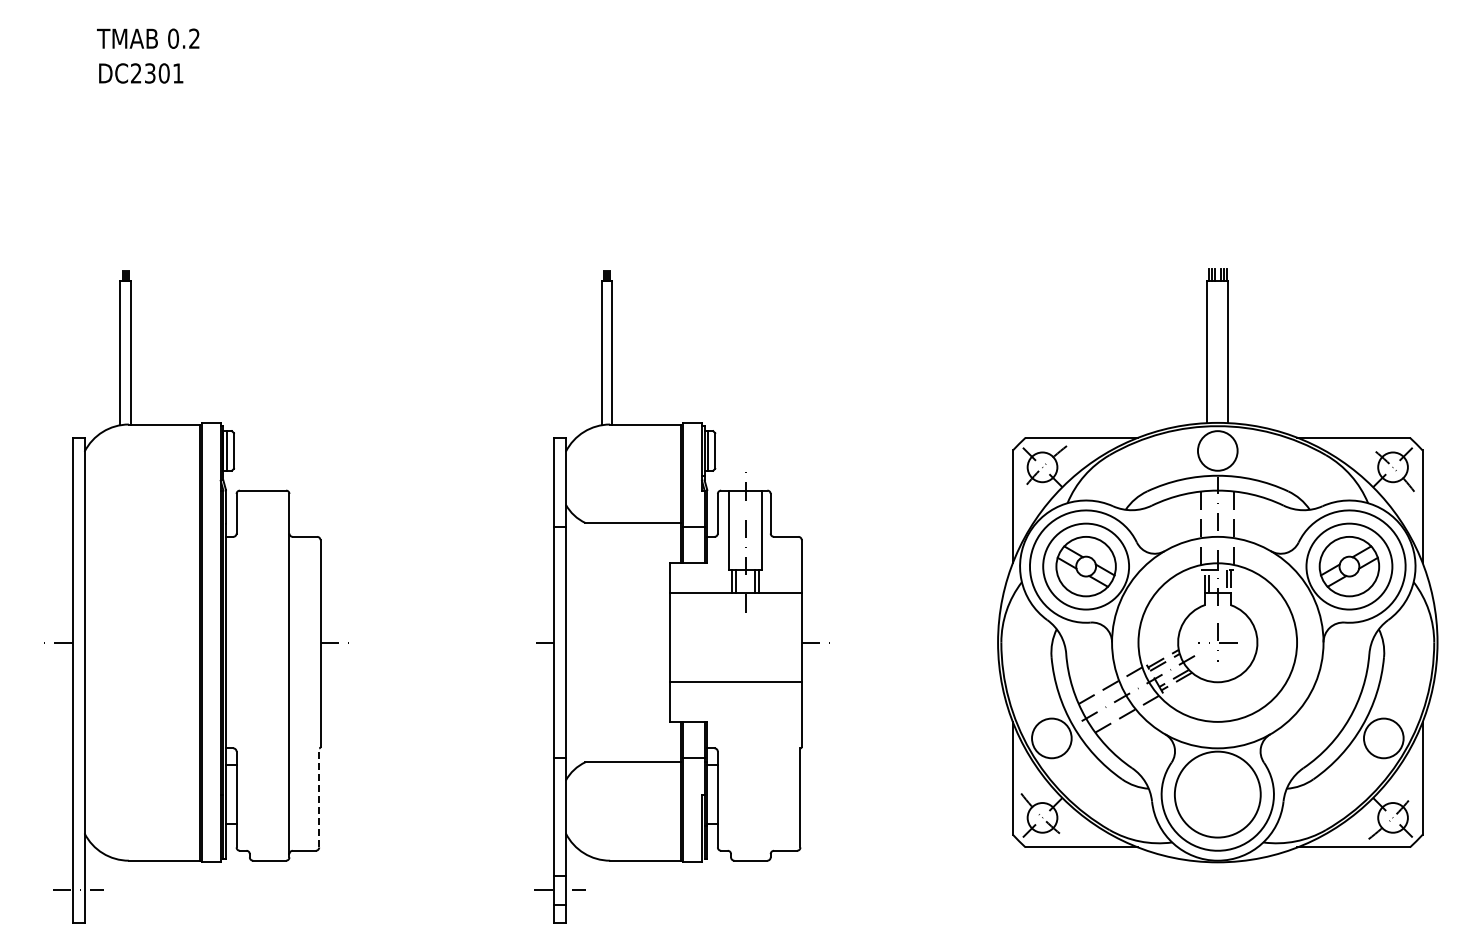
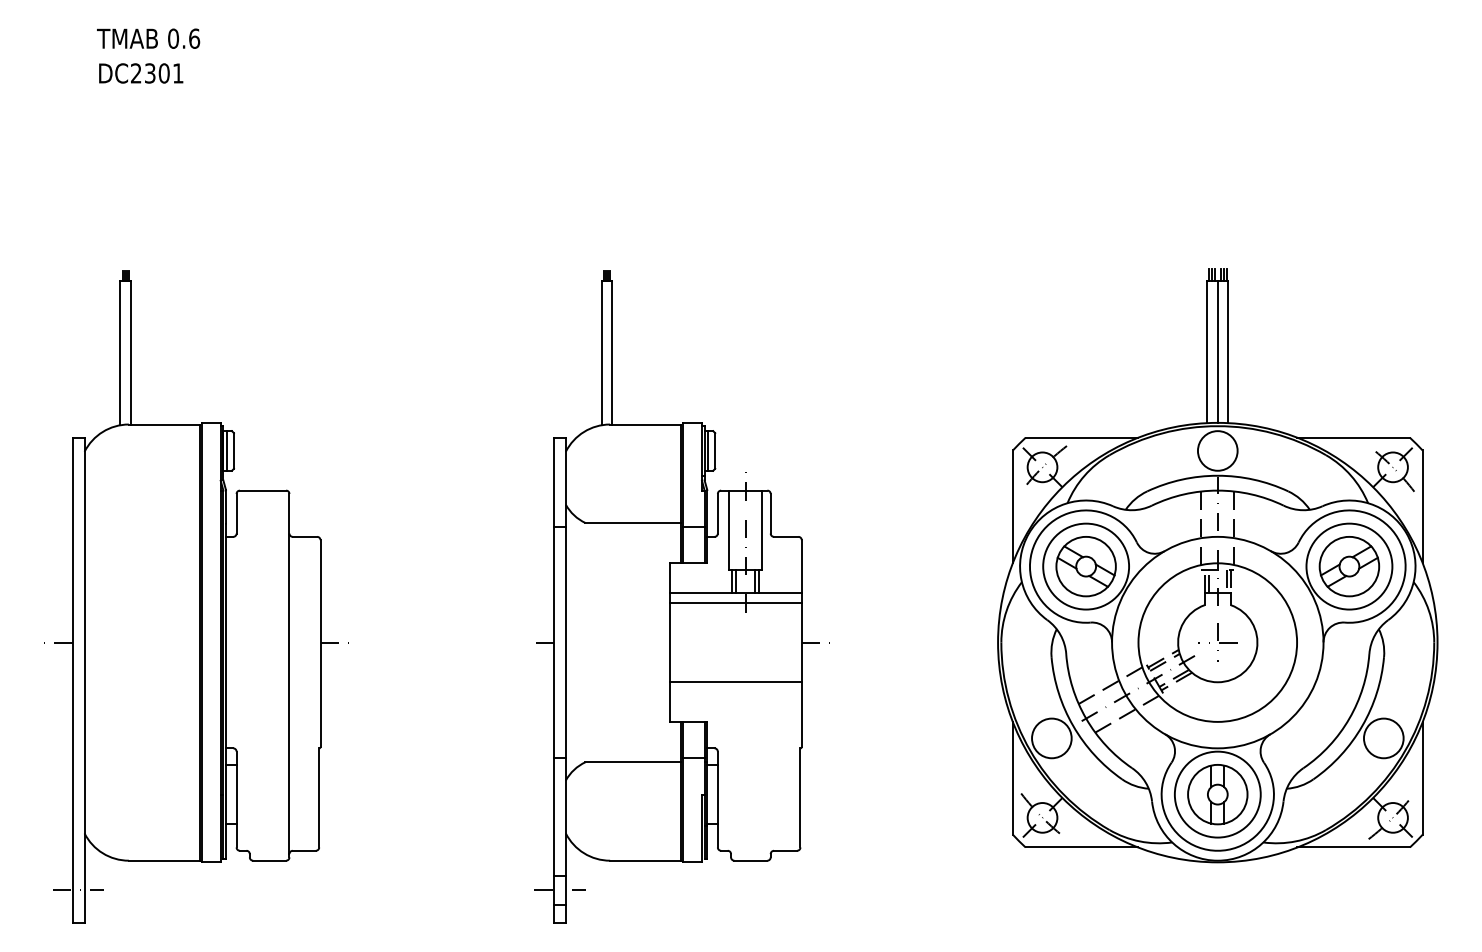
text at (194, 38): 0.2 -> 0.6
line at (1217, 351): none -> present
line at (735, 602): none -> present
part at (1217, 794): none -> present
line at (319, 797): dashed -> solid
